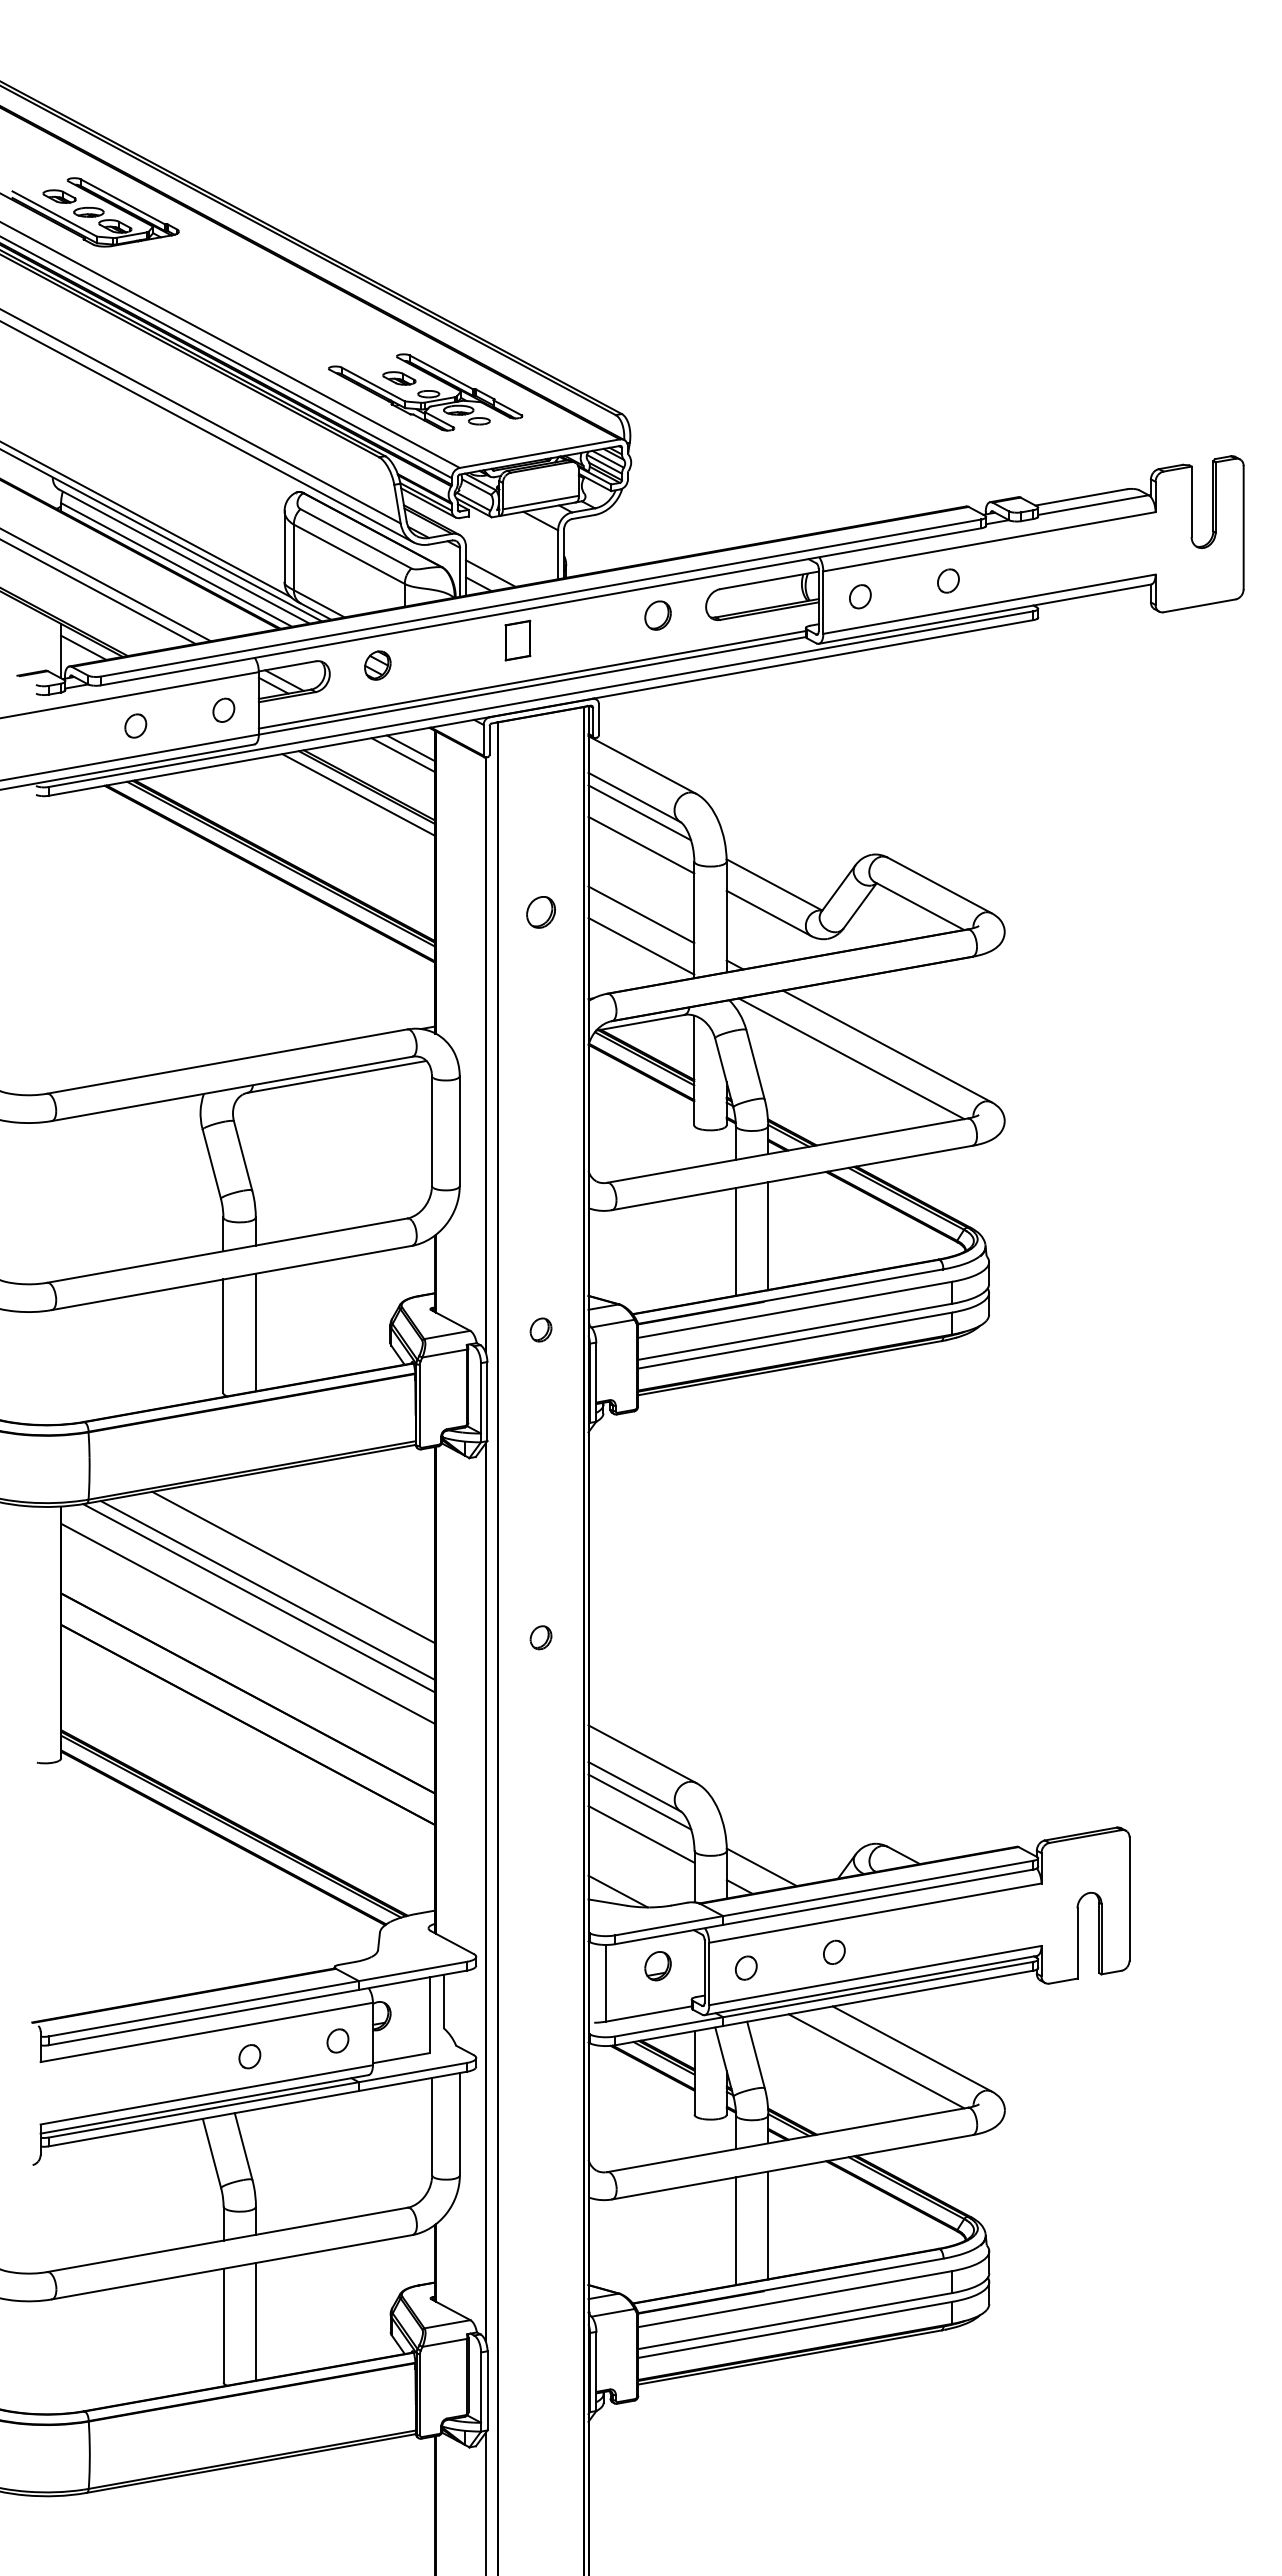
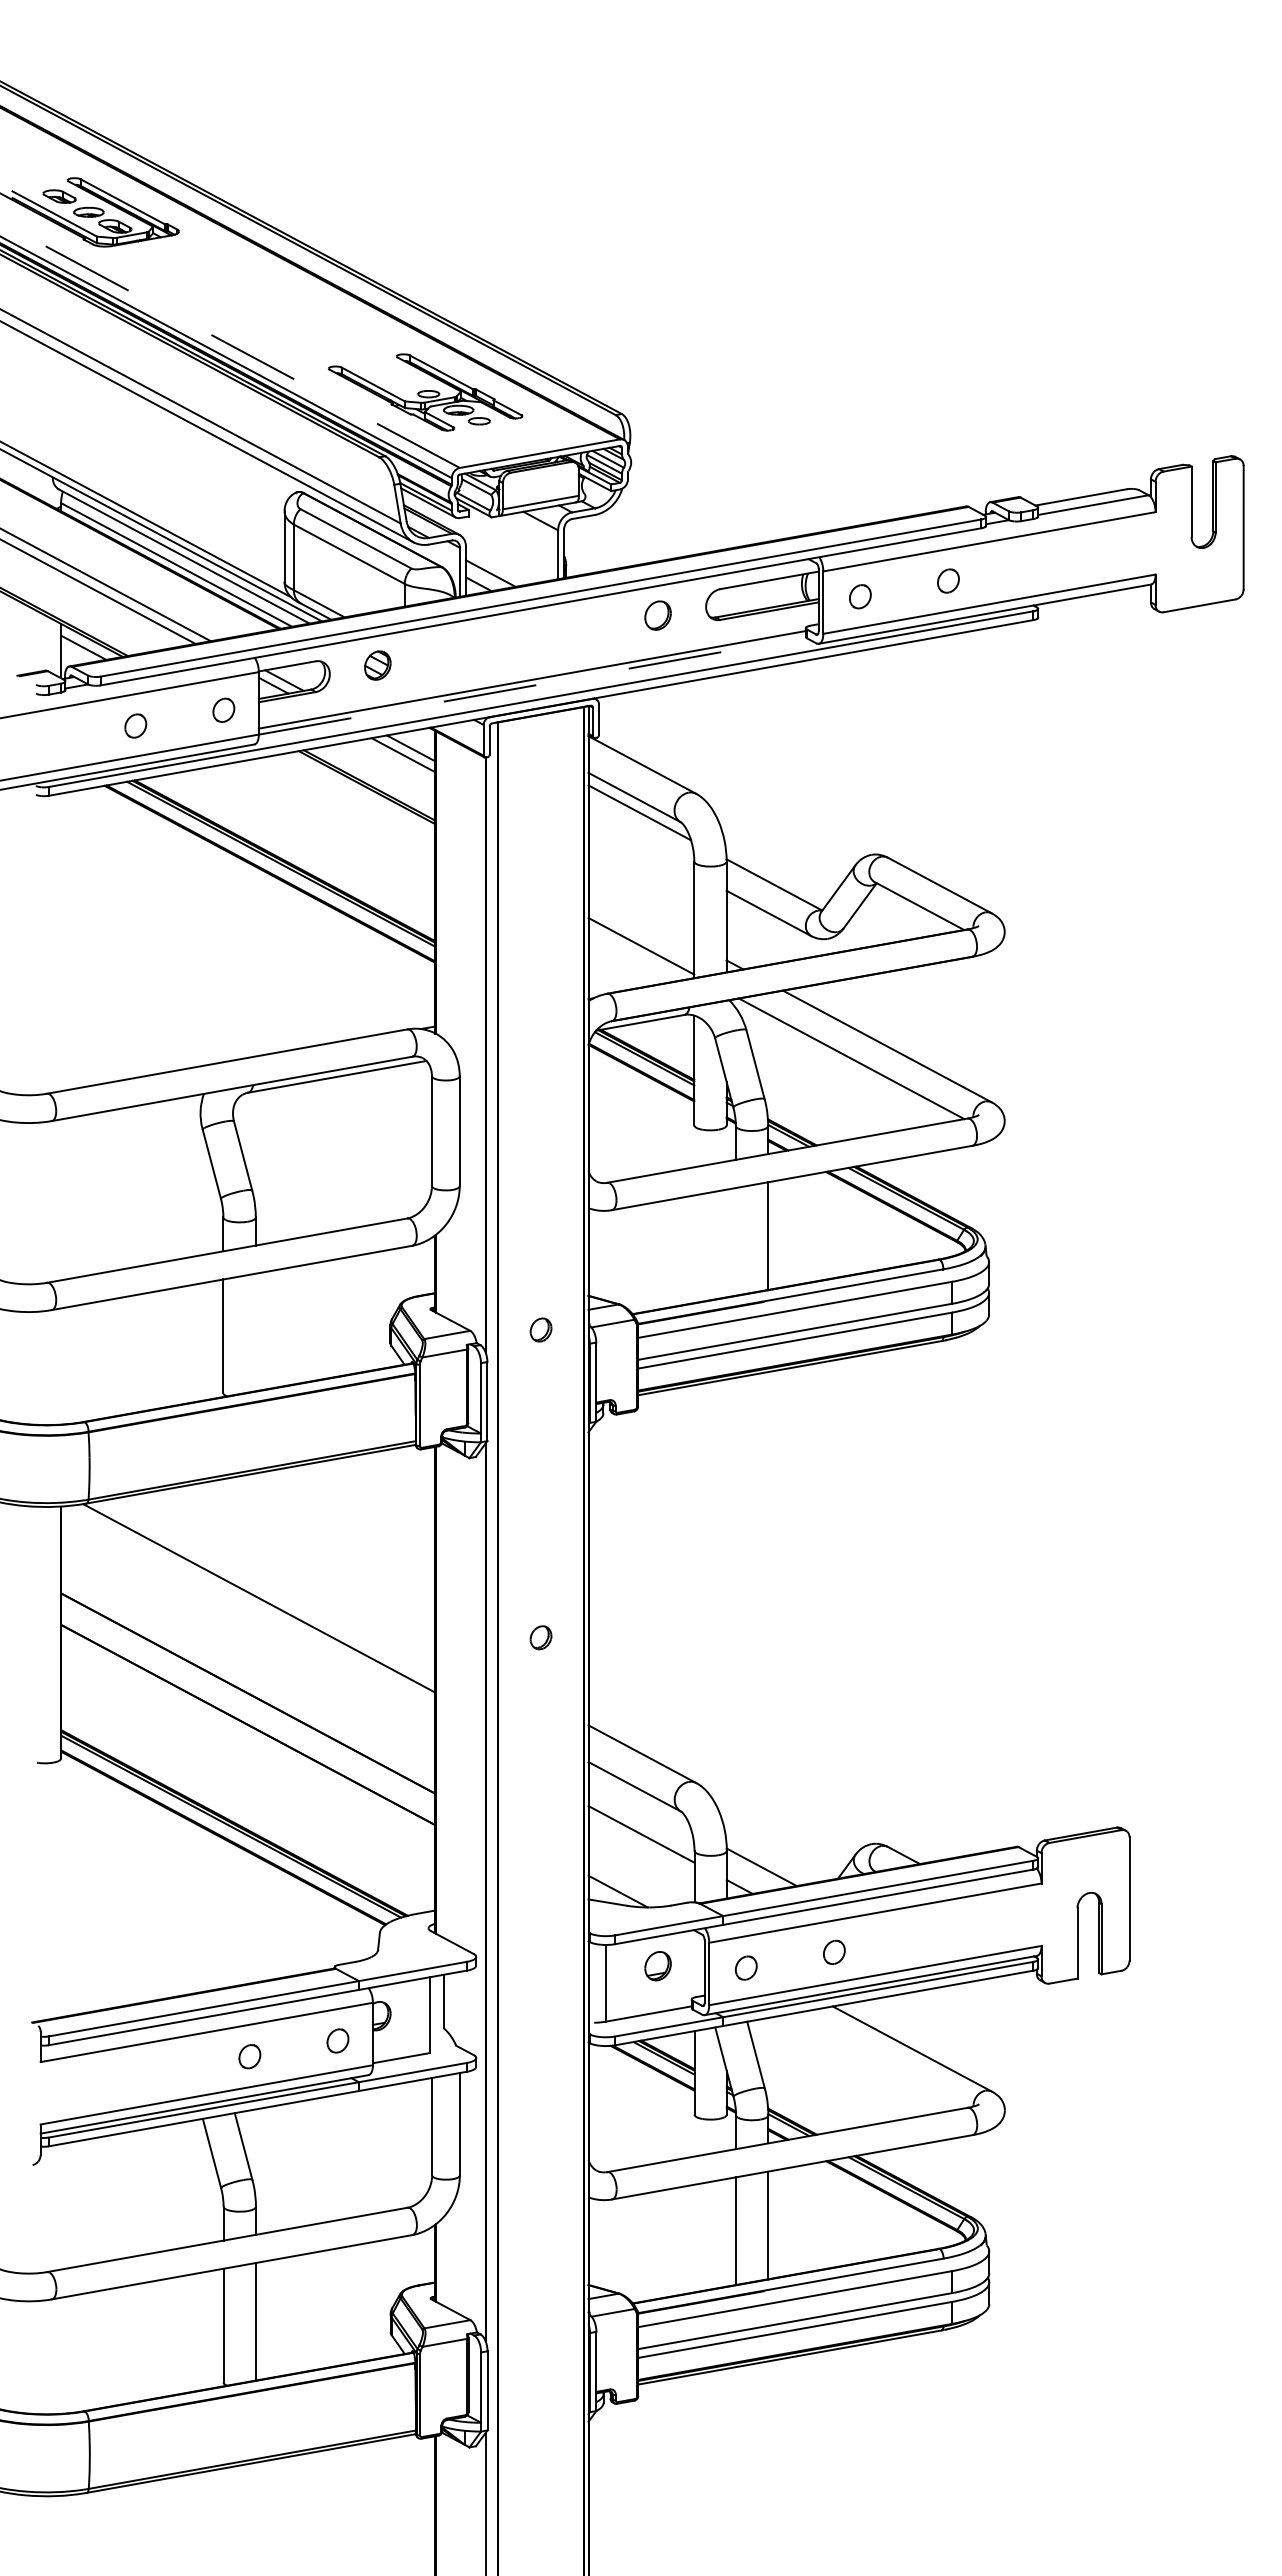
line at (229, 344): solid -> dashed
part at (399, 378): present -> none
part at (517, 640): present -> none
line at (532, 685): solid -> dashed
line at (358, 794): present -> none
line at (641, 844): present -> none
part at (541, 912): present -> none
line at (641, 914): present -> none
line at (735, 1241): present -> none
line at (255, 1332): present -> none
line at (293, 1567): present -> none
line at (267, 1590): present -> none
line at (247, 1623): present -> none
line at (639, 1801): present -> none
line at (876, 2061): present -> none
